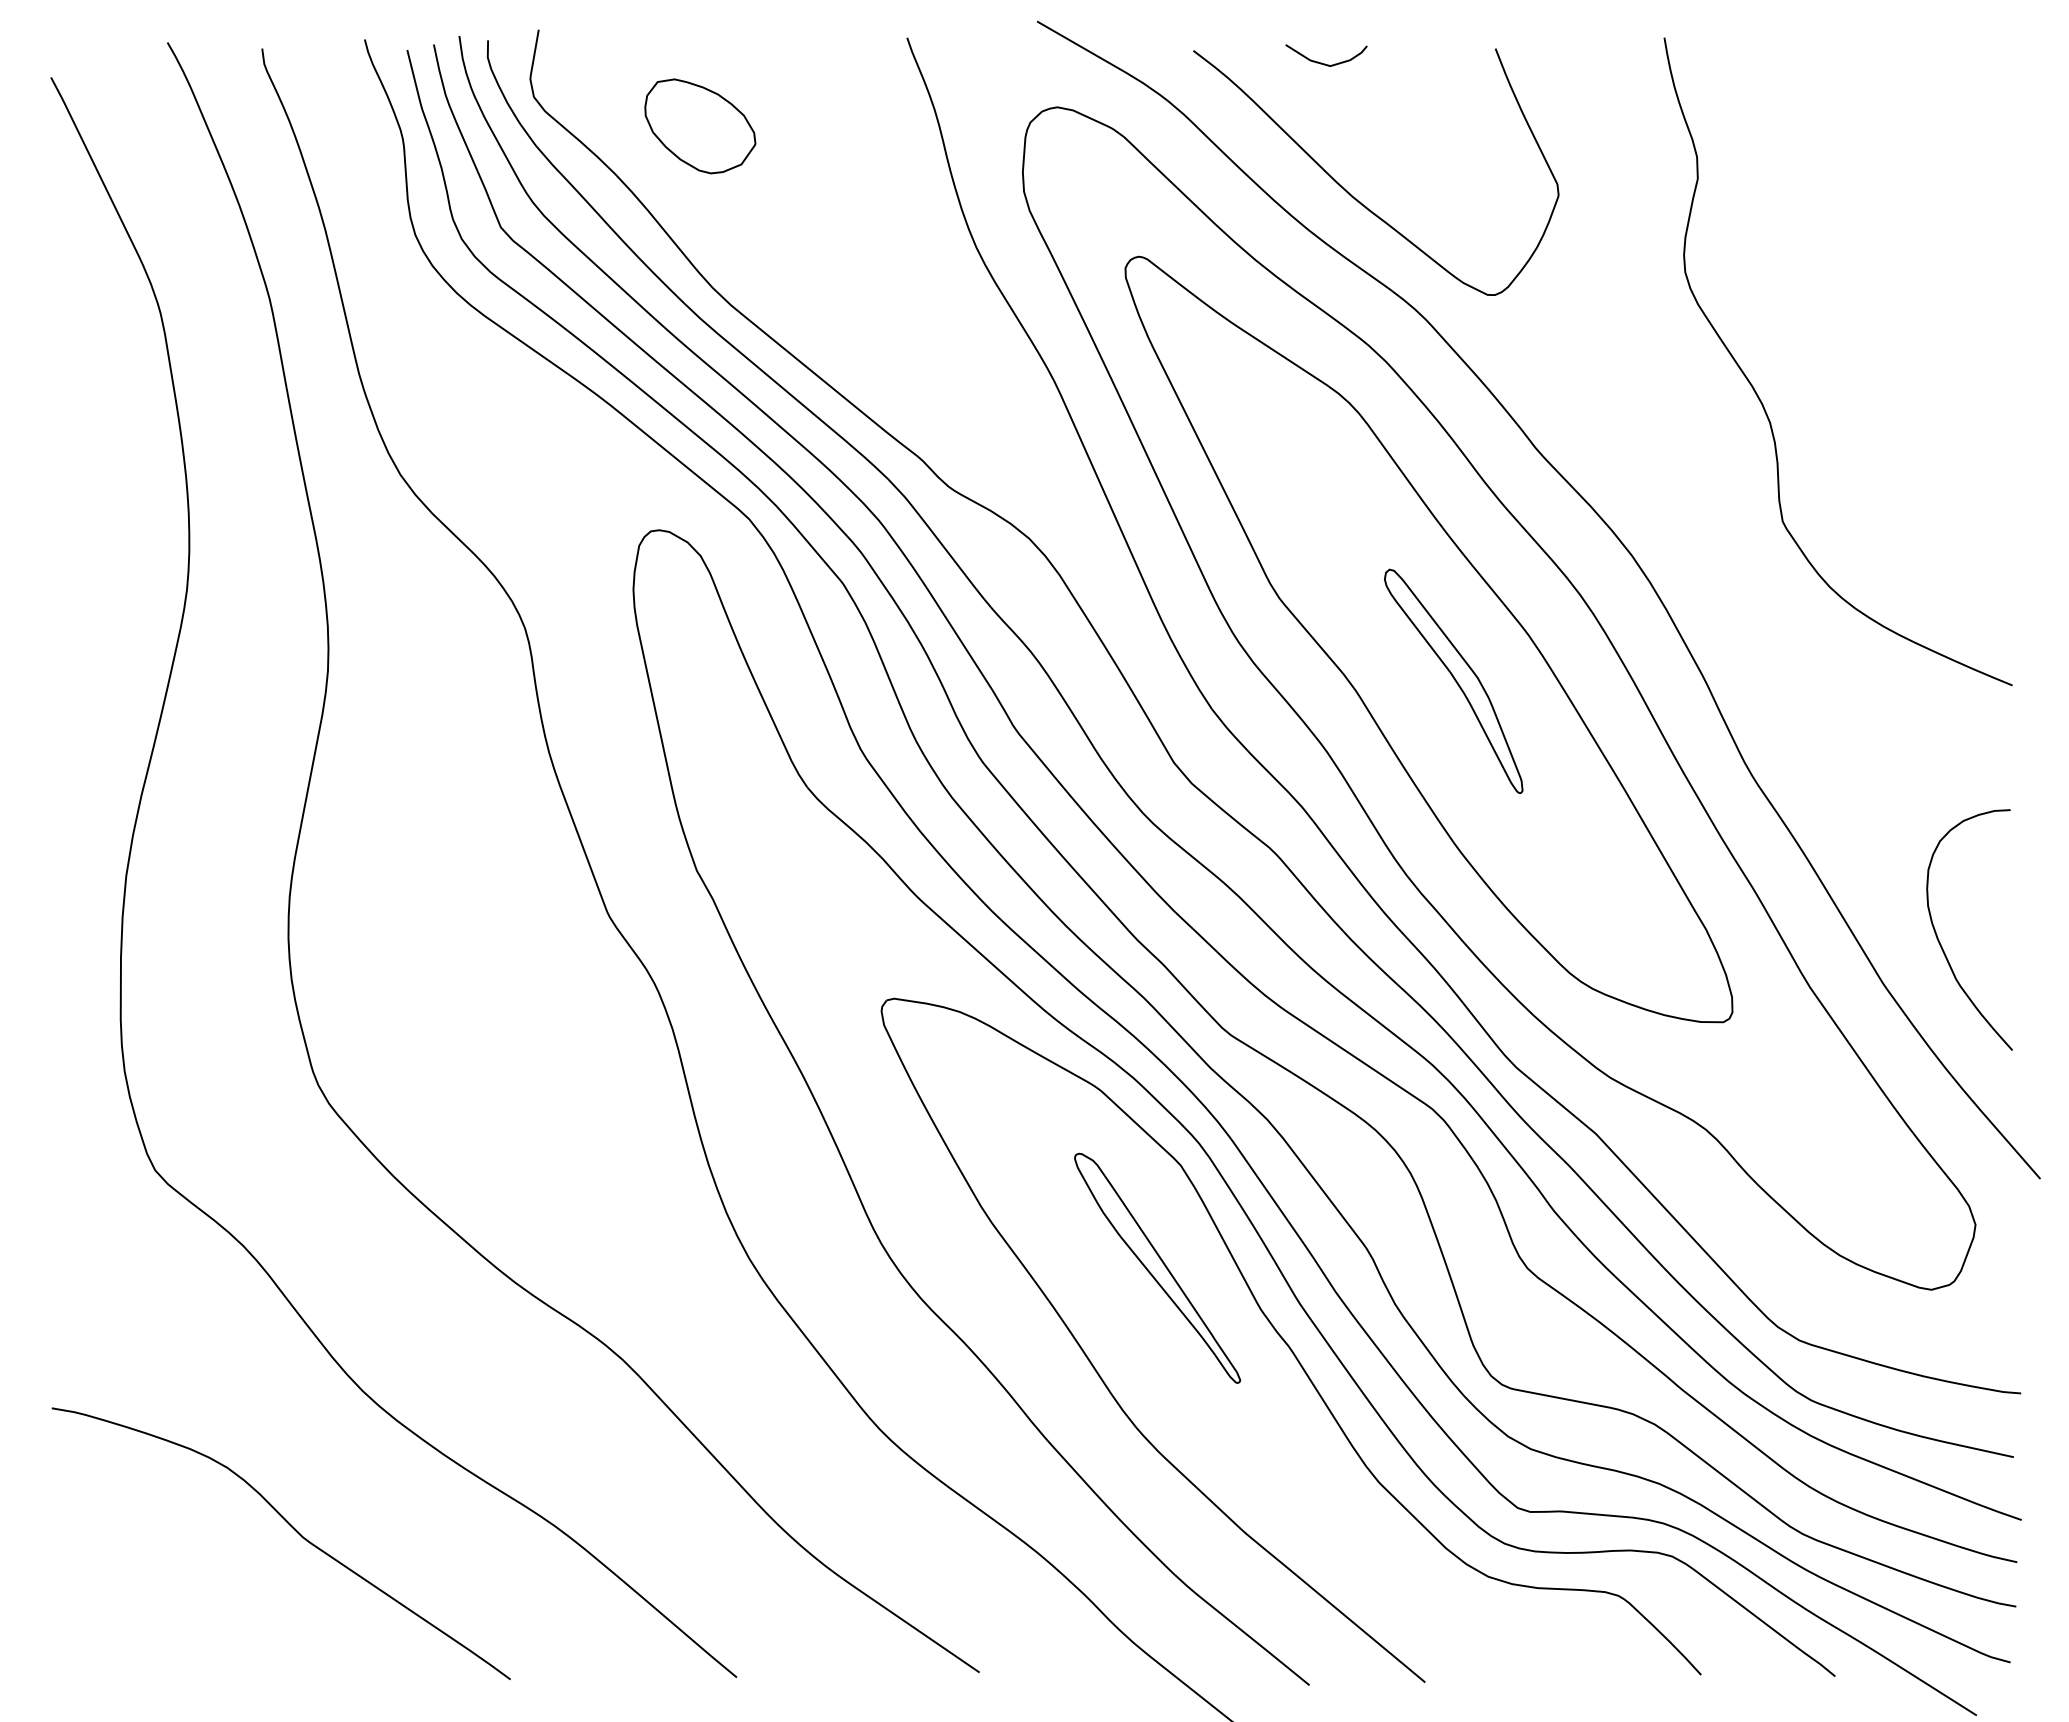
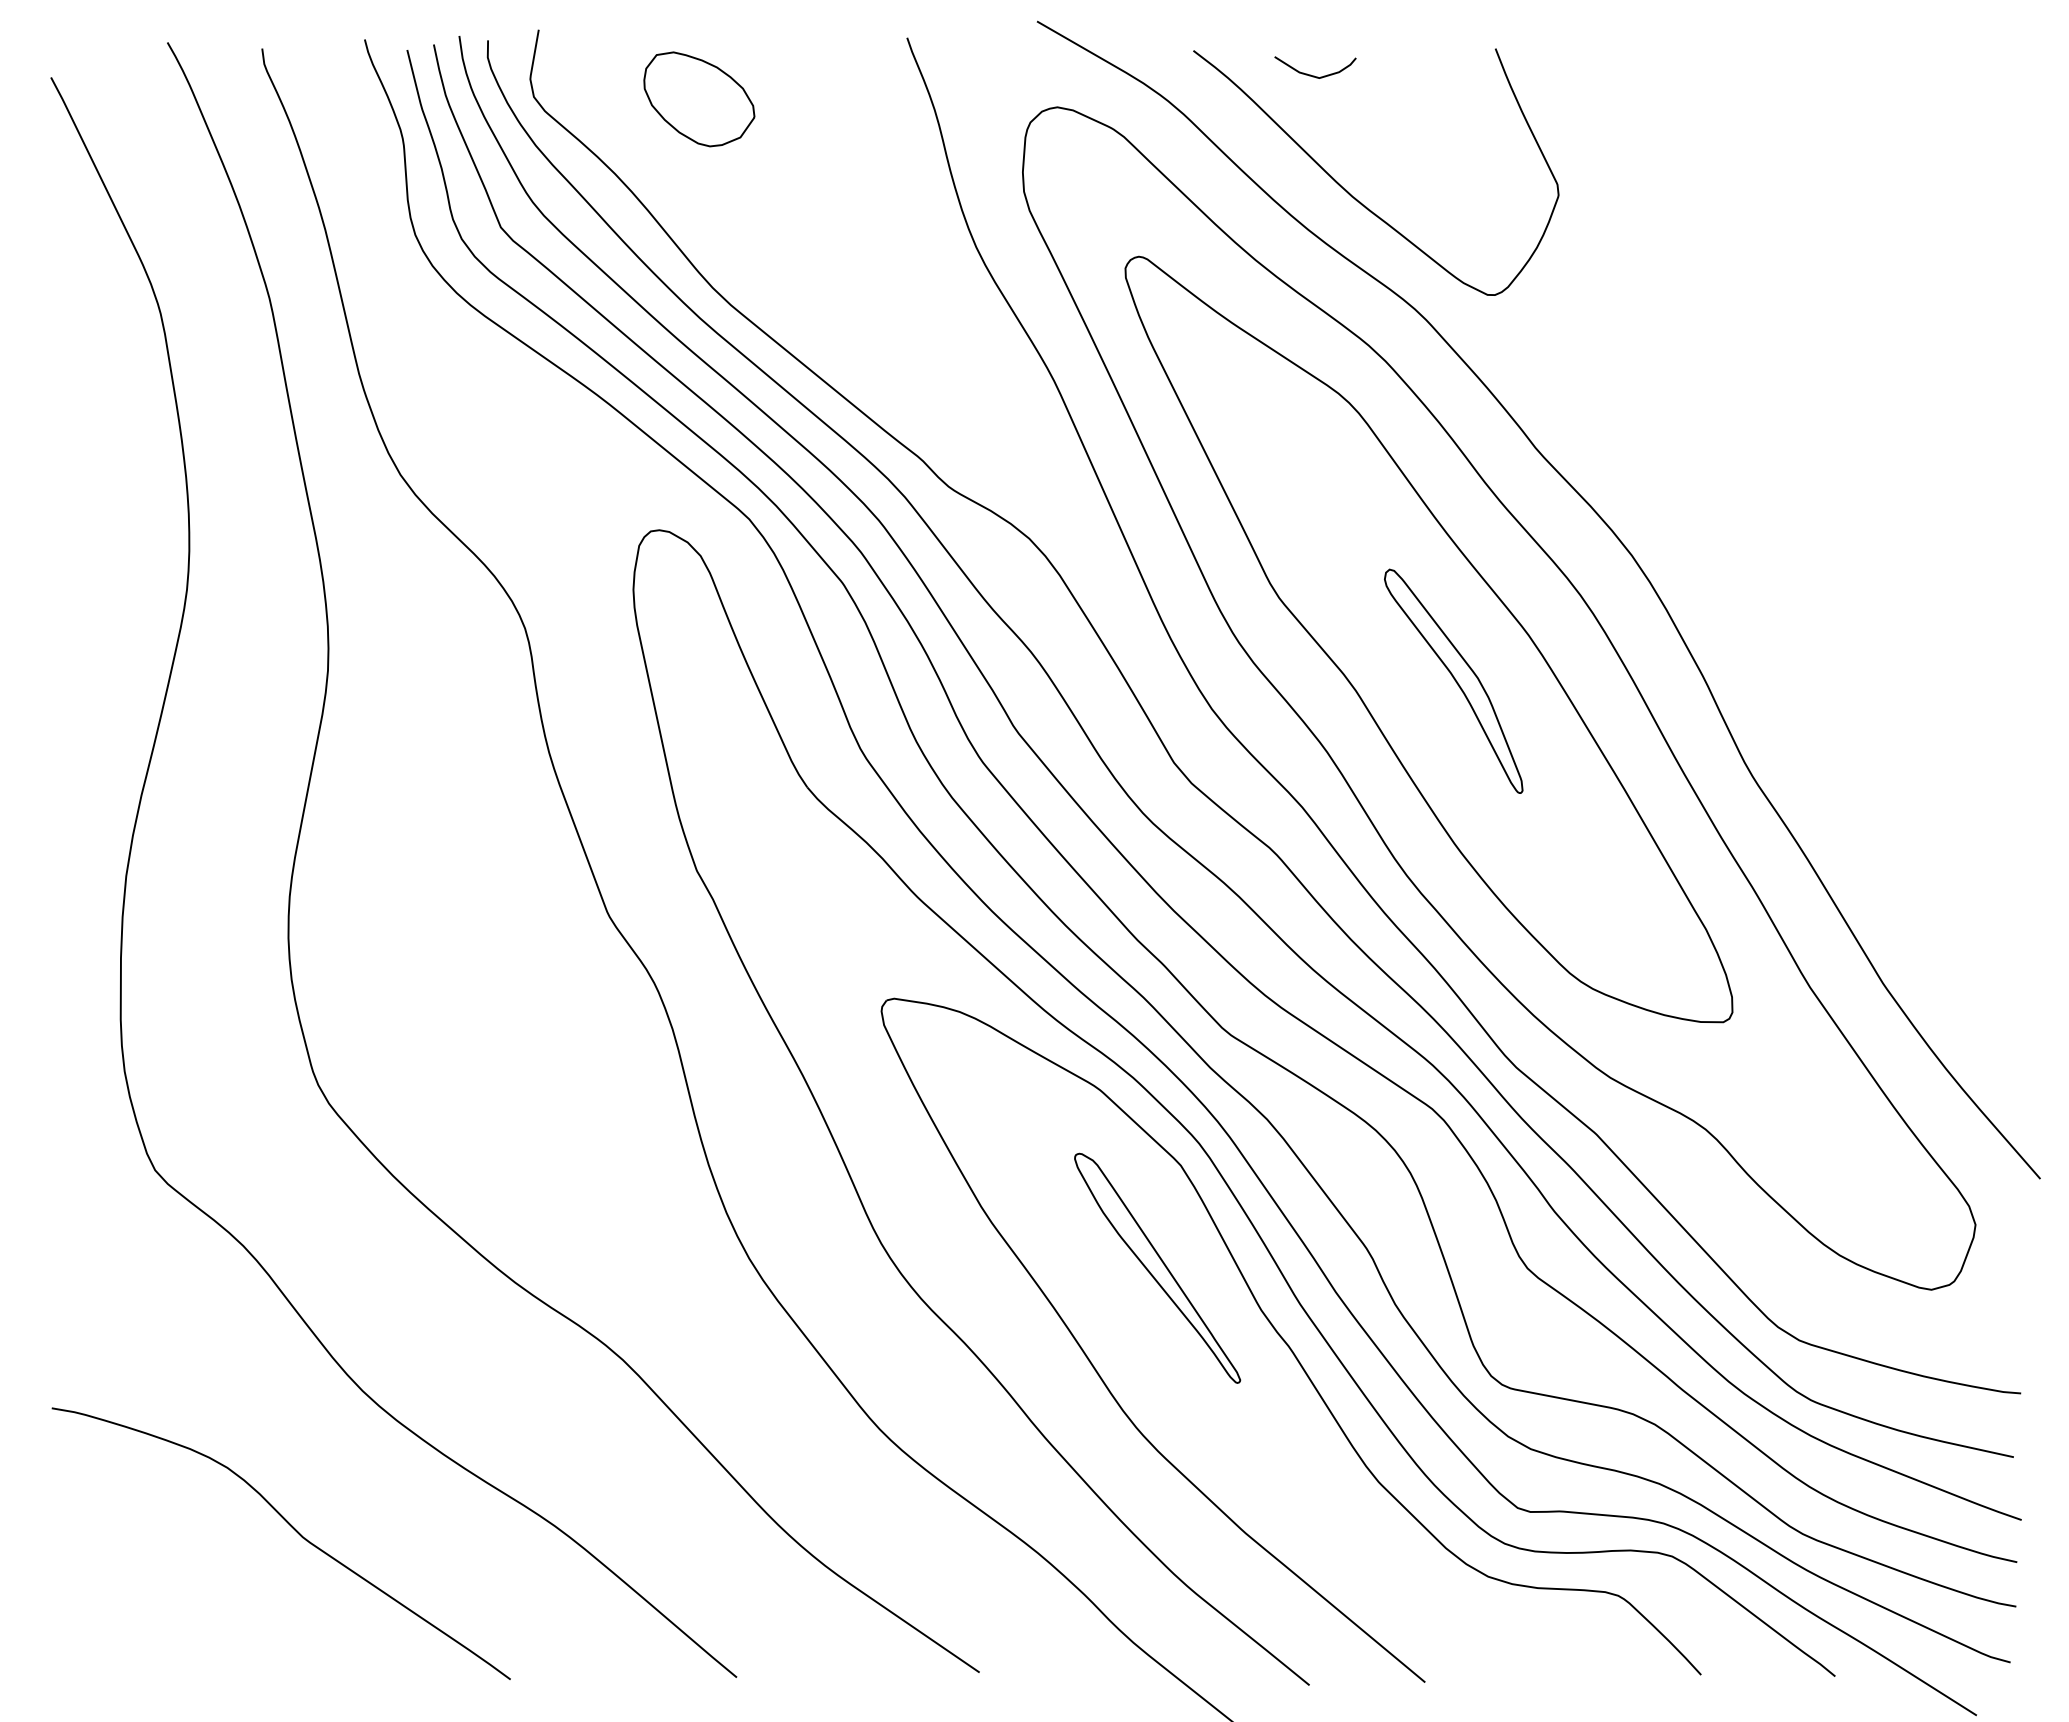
curve at (1325, 63) position: (1325, 63) -> (1314, 75)
part at (700, 126) position: (700, 126) -> (699, 99)
curve at (1761, 400): present -> none
curve at (1941, 944): present -> none
